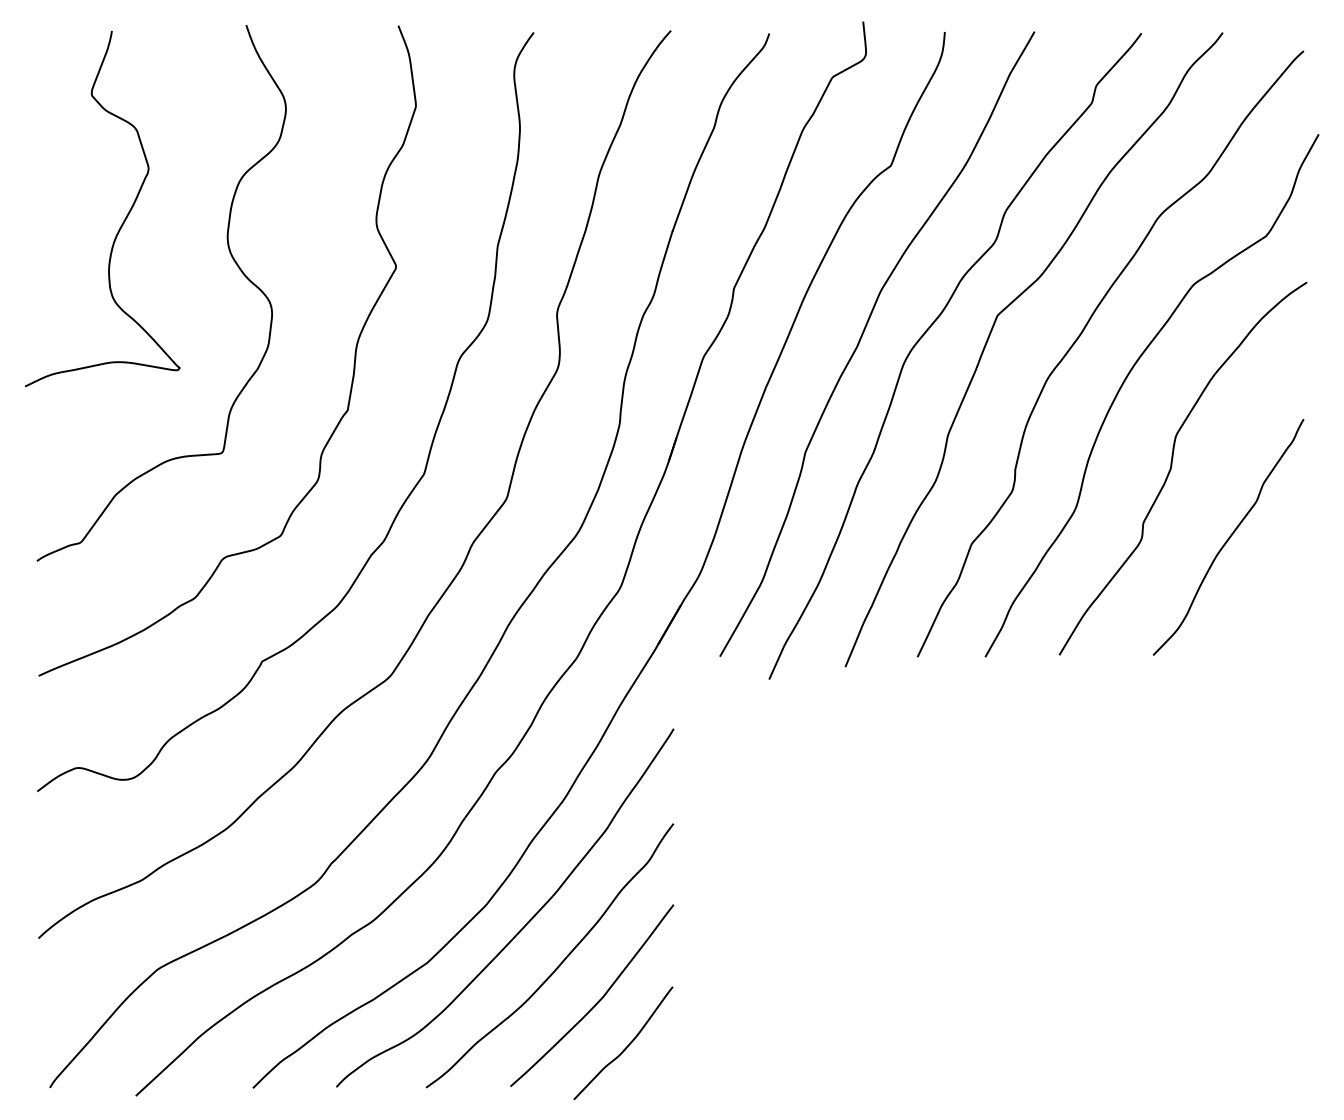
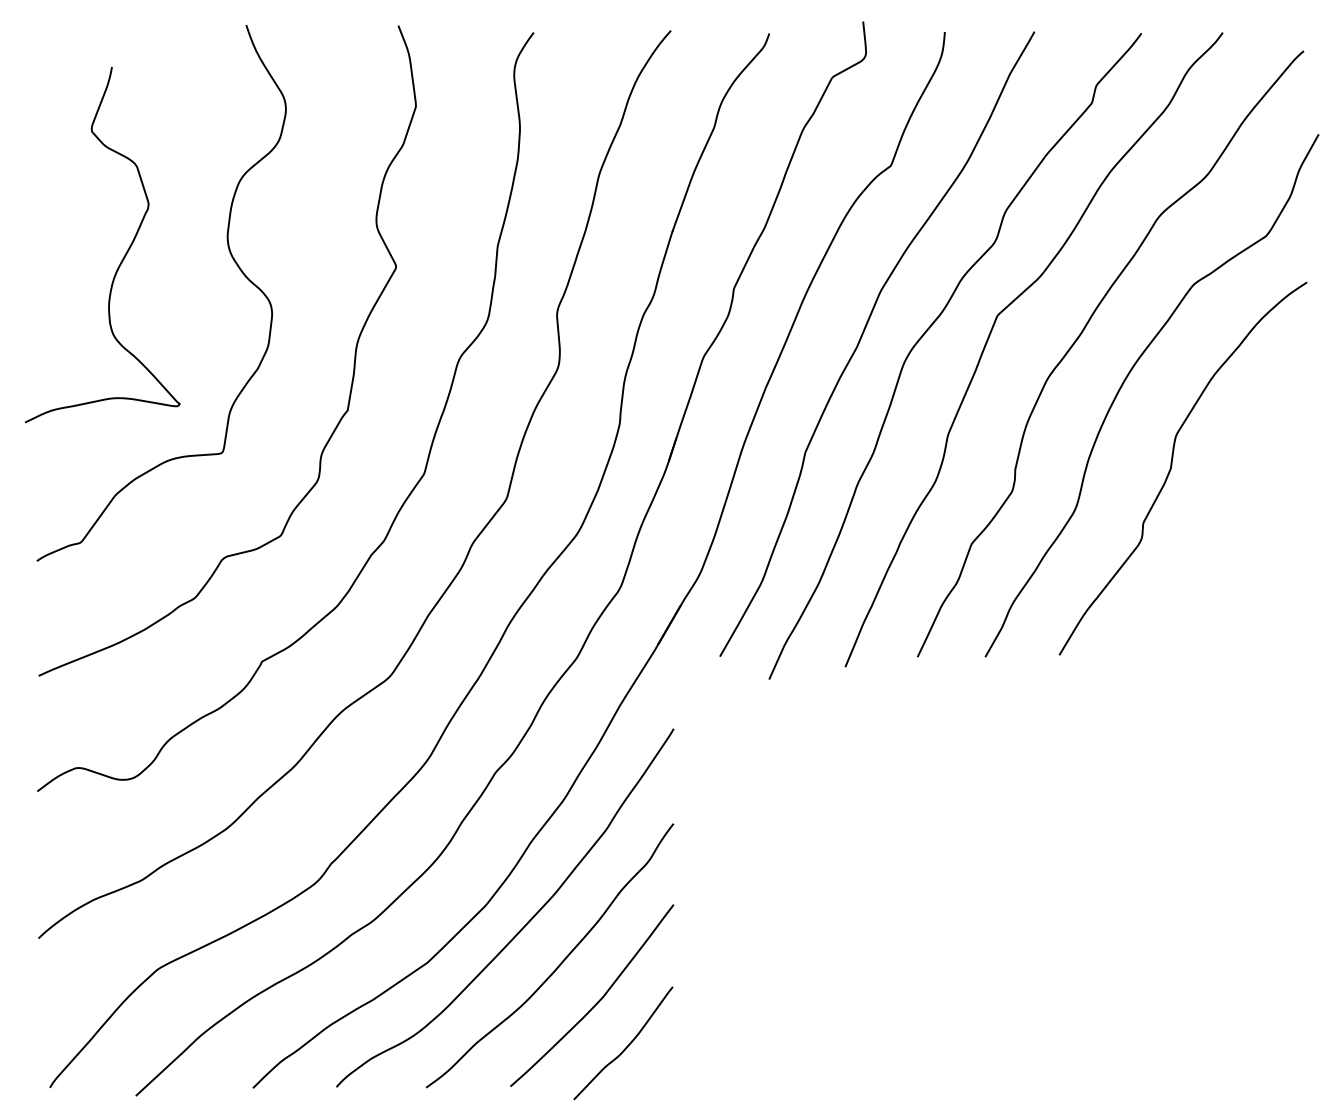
curve at (124, 218) position: (124, 218) -> (124, 254)
curve at (1228, 537): present -> none
